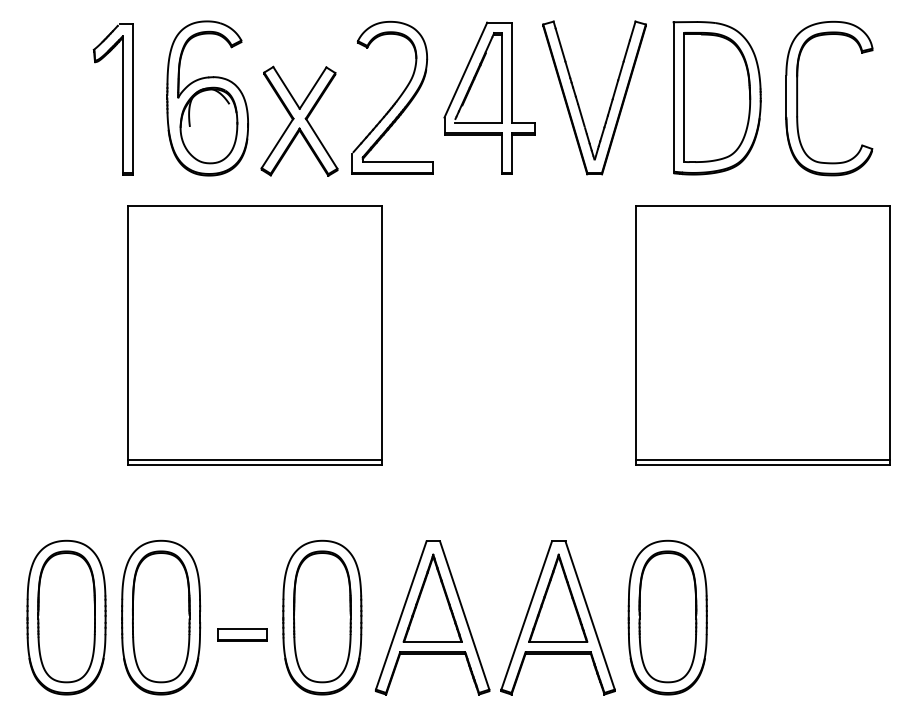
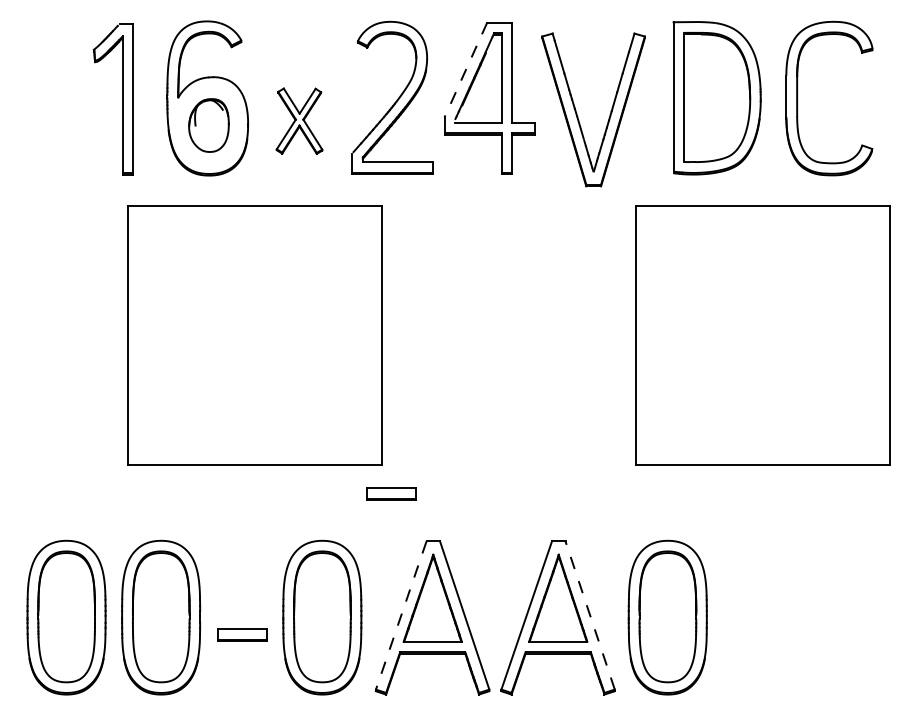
line at (465, 70): solid -> dashed
part at (578, 101) position: (578, 101) -> (577, 113)
part at (299, 120) size: 79x112 px -> 49x68 px
part at (208, 125) size: 60x79 px -> 42x55 px
line at (254, 459): present -> none
line at (763, 459): present -> none
part at (391, 493): none -> present
line at (590, 615): solid -> dashed
line at (401, 616): solid -> dashed
